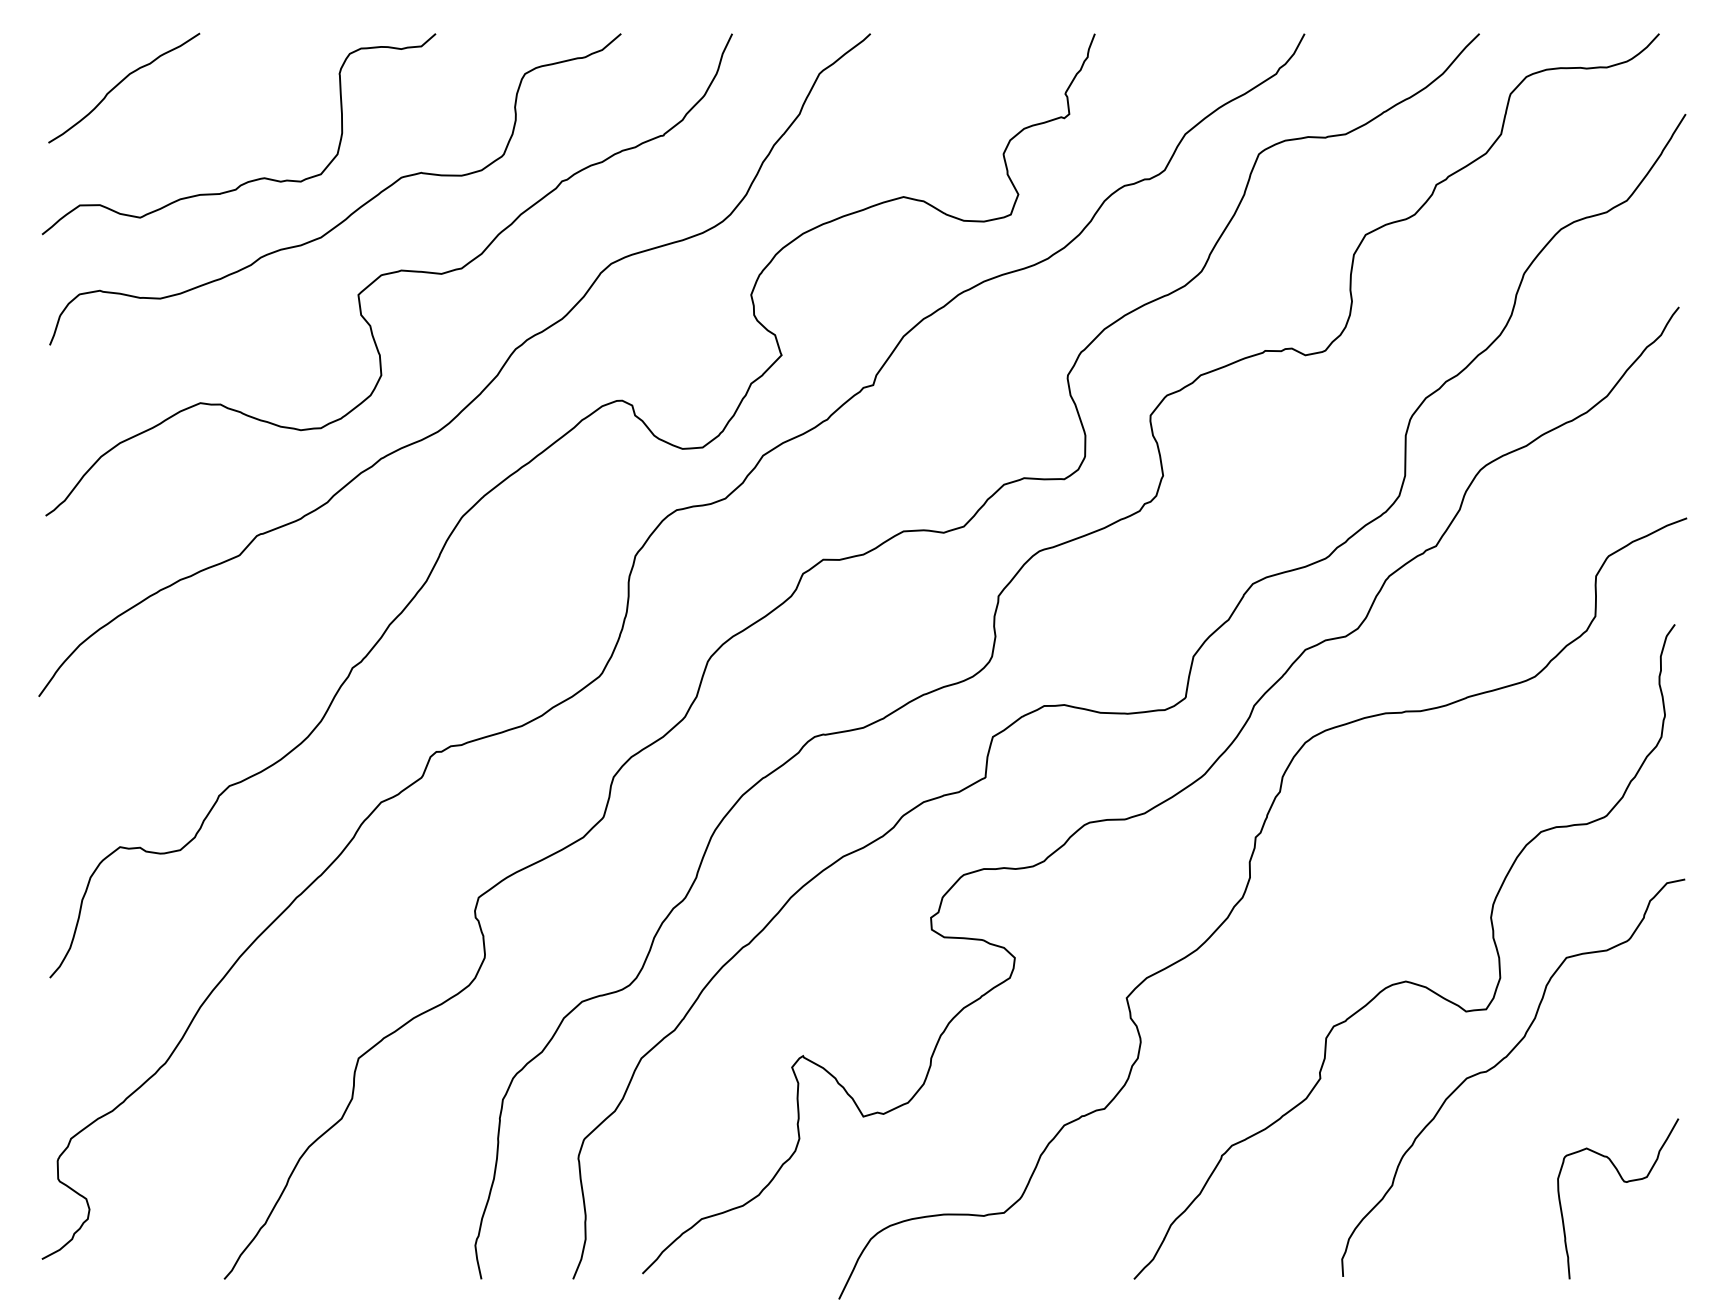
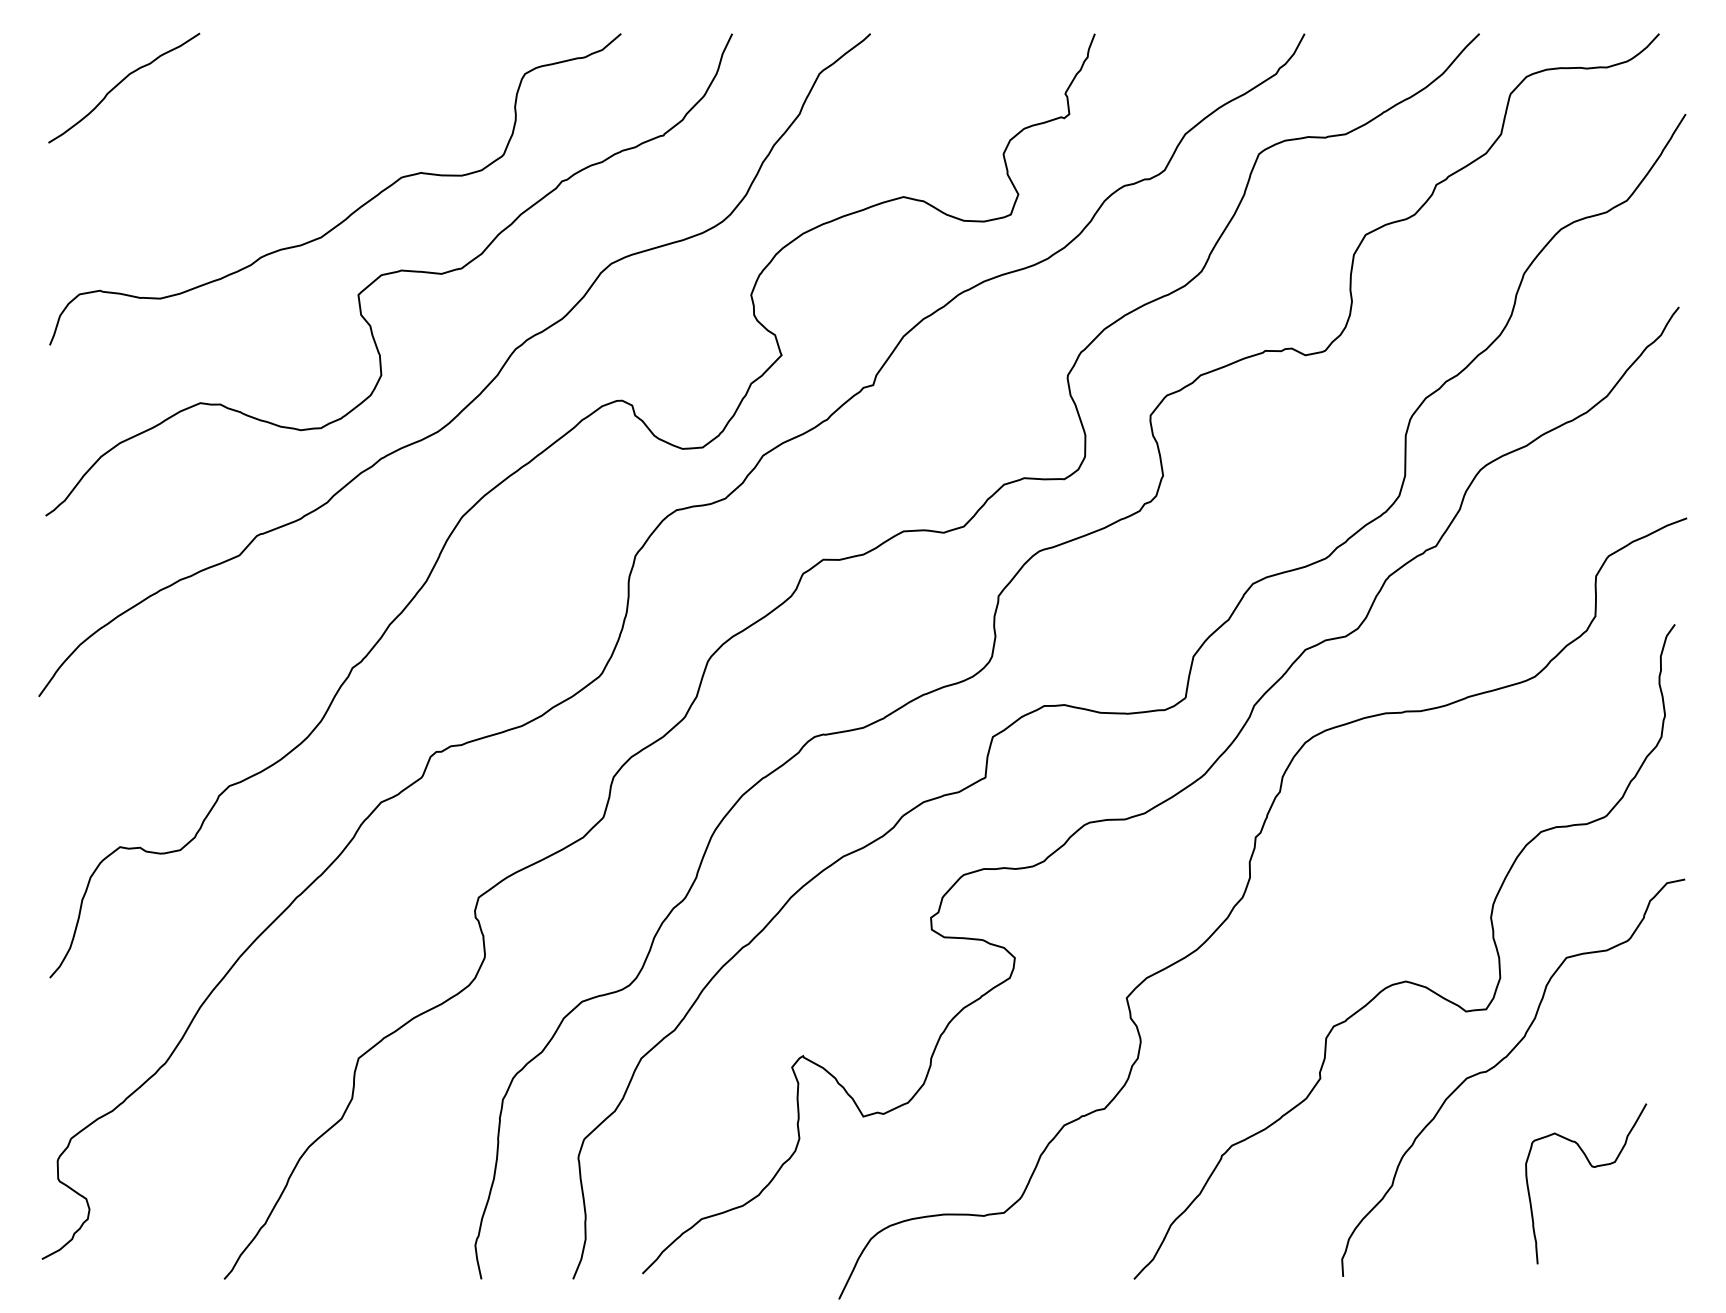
curve at (249, 180): present -> none
curve at (1623, 1182) position: (1623, 1182) -> (1591, 1167)
